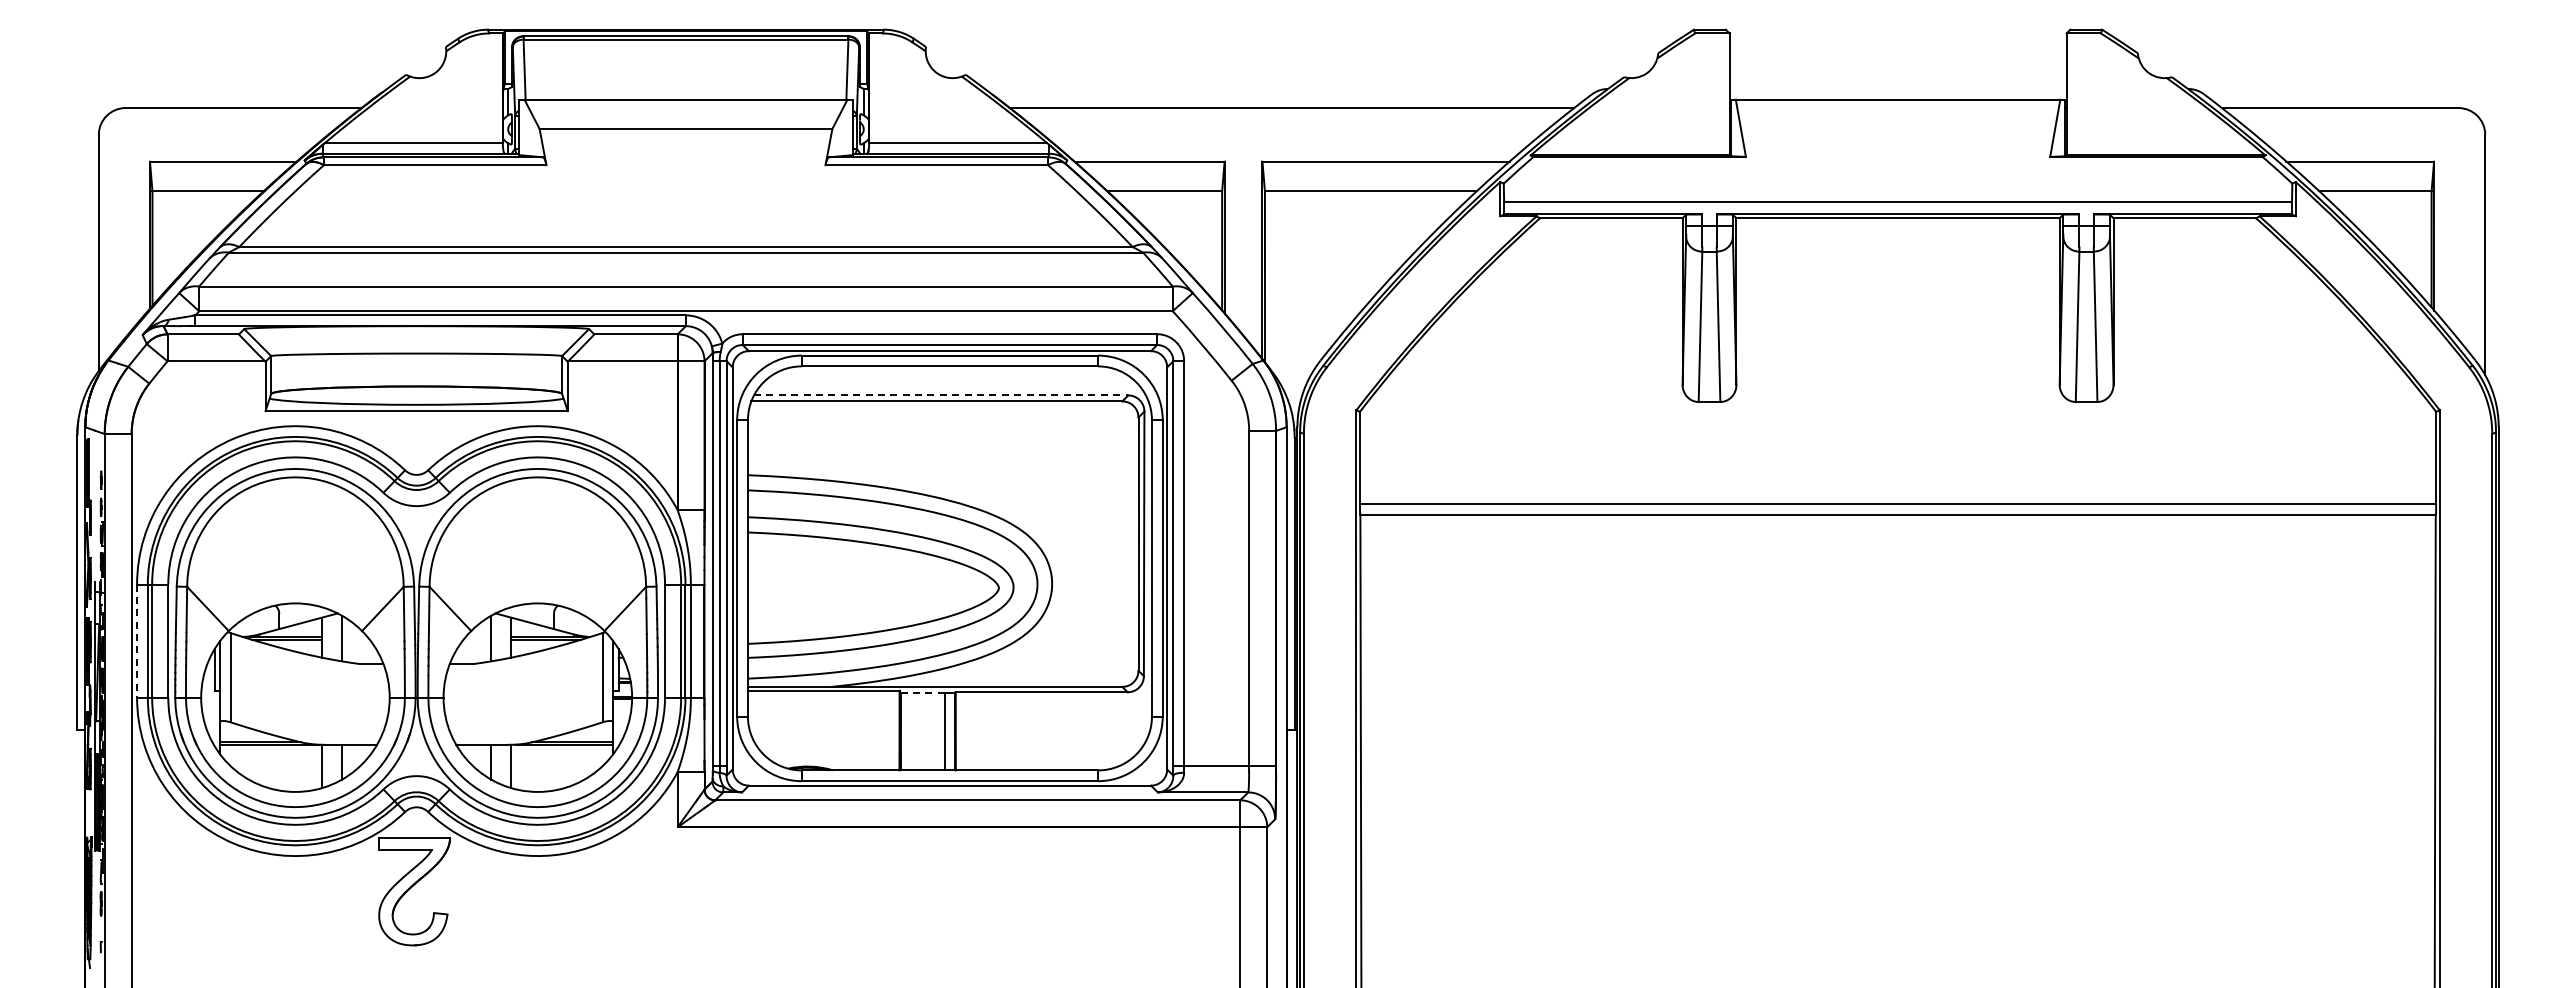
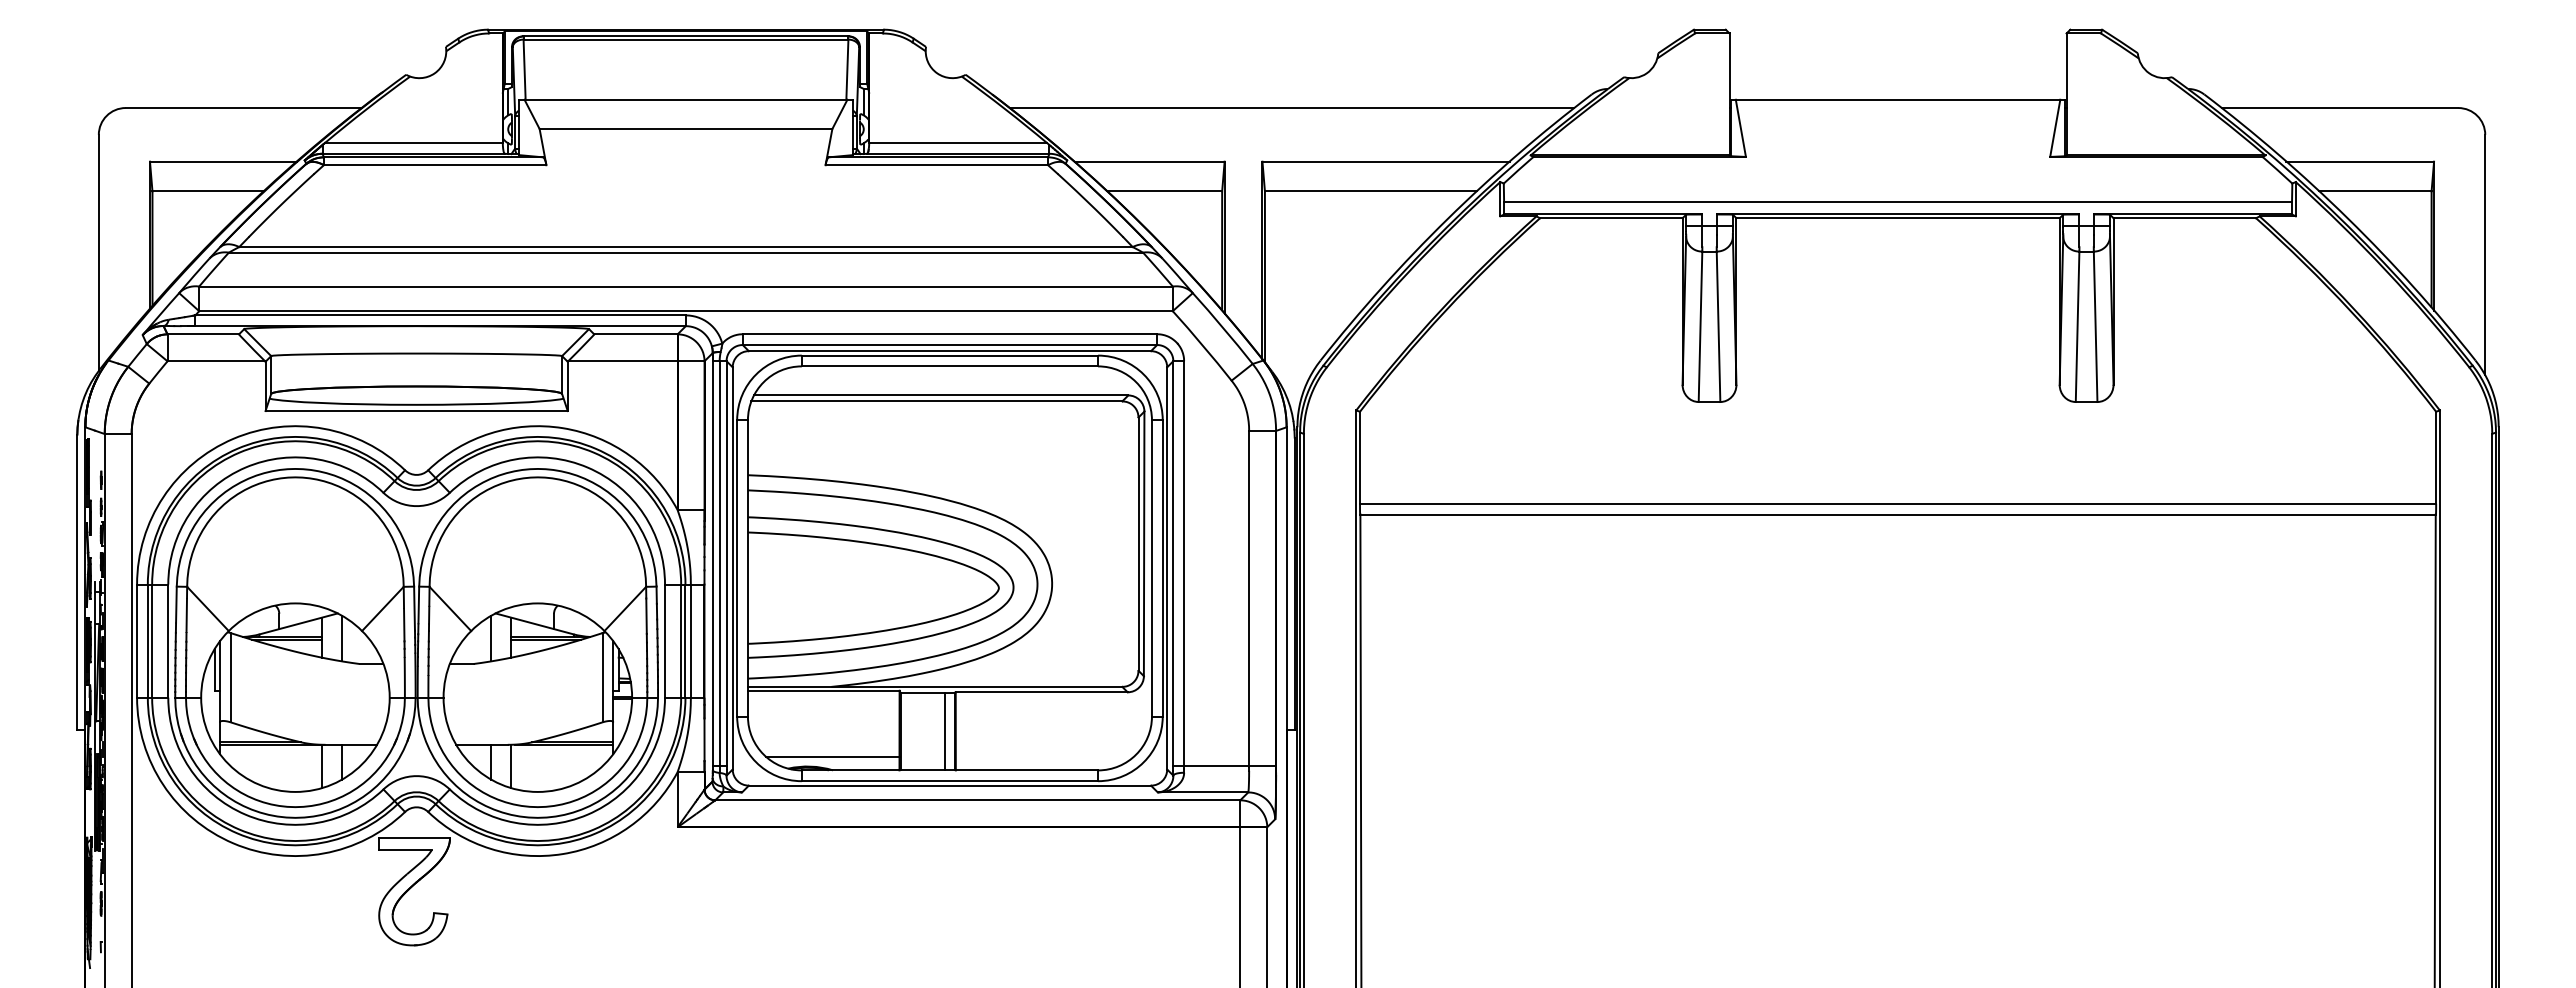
line at (941, 395): dashed -> solid
line at (137, 641): dashed -> solid
line at (923, 693): dashed -> solid
line at (832, 756): none -> present
